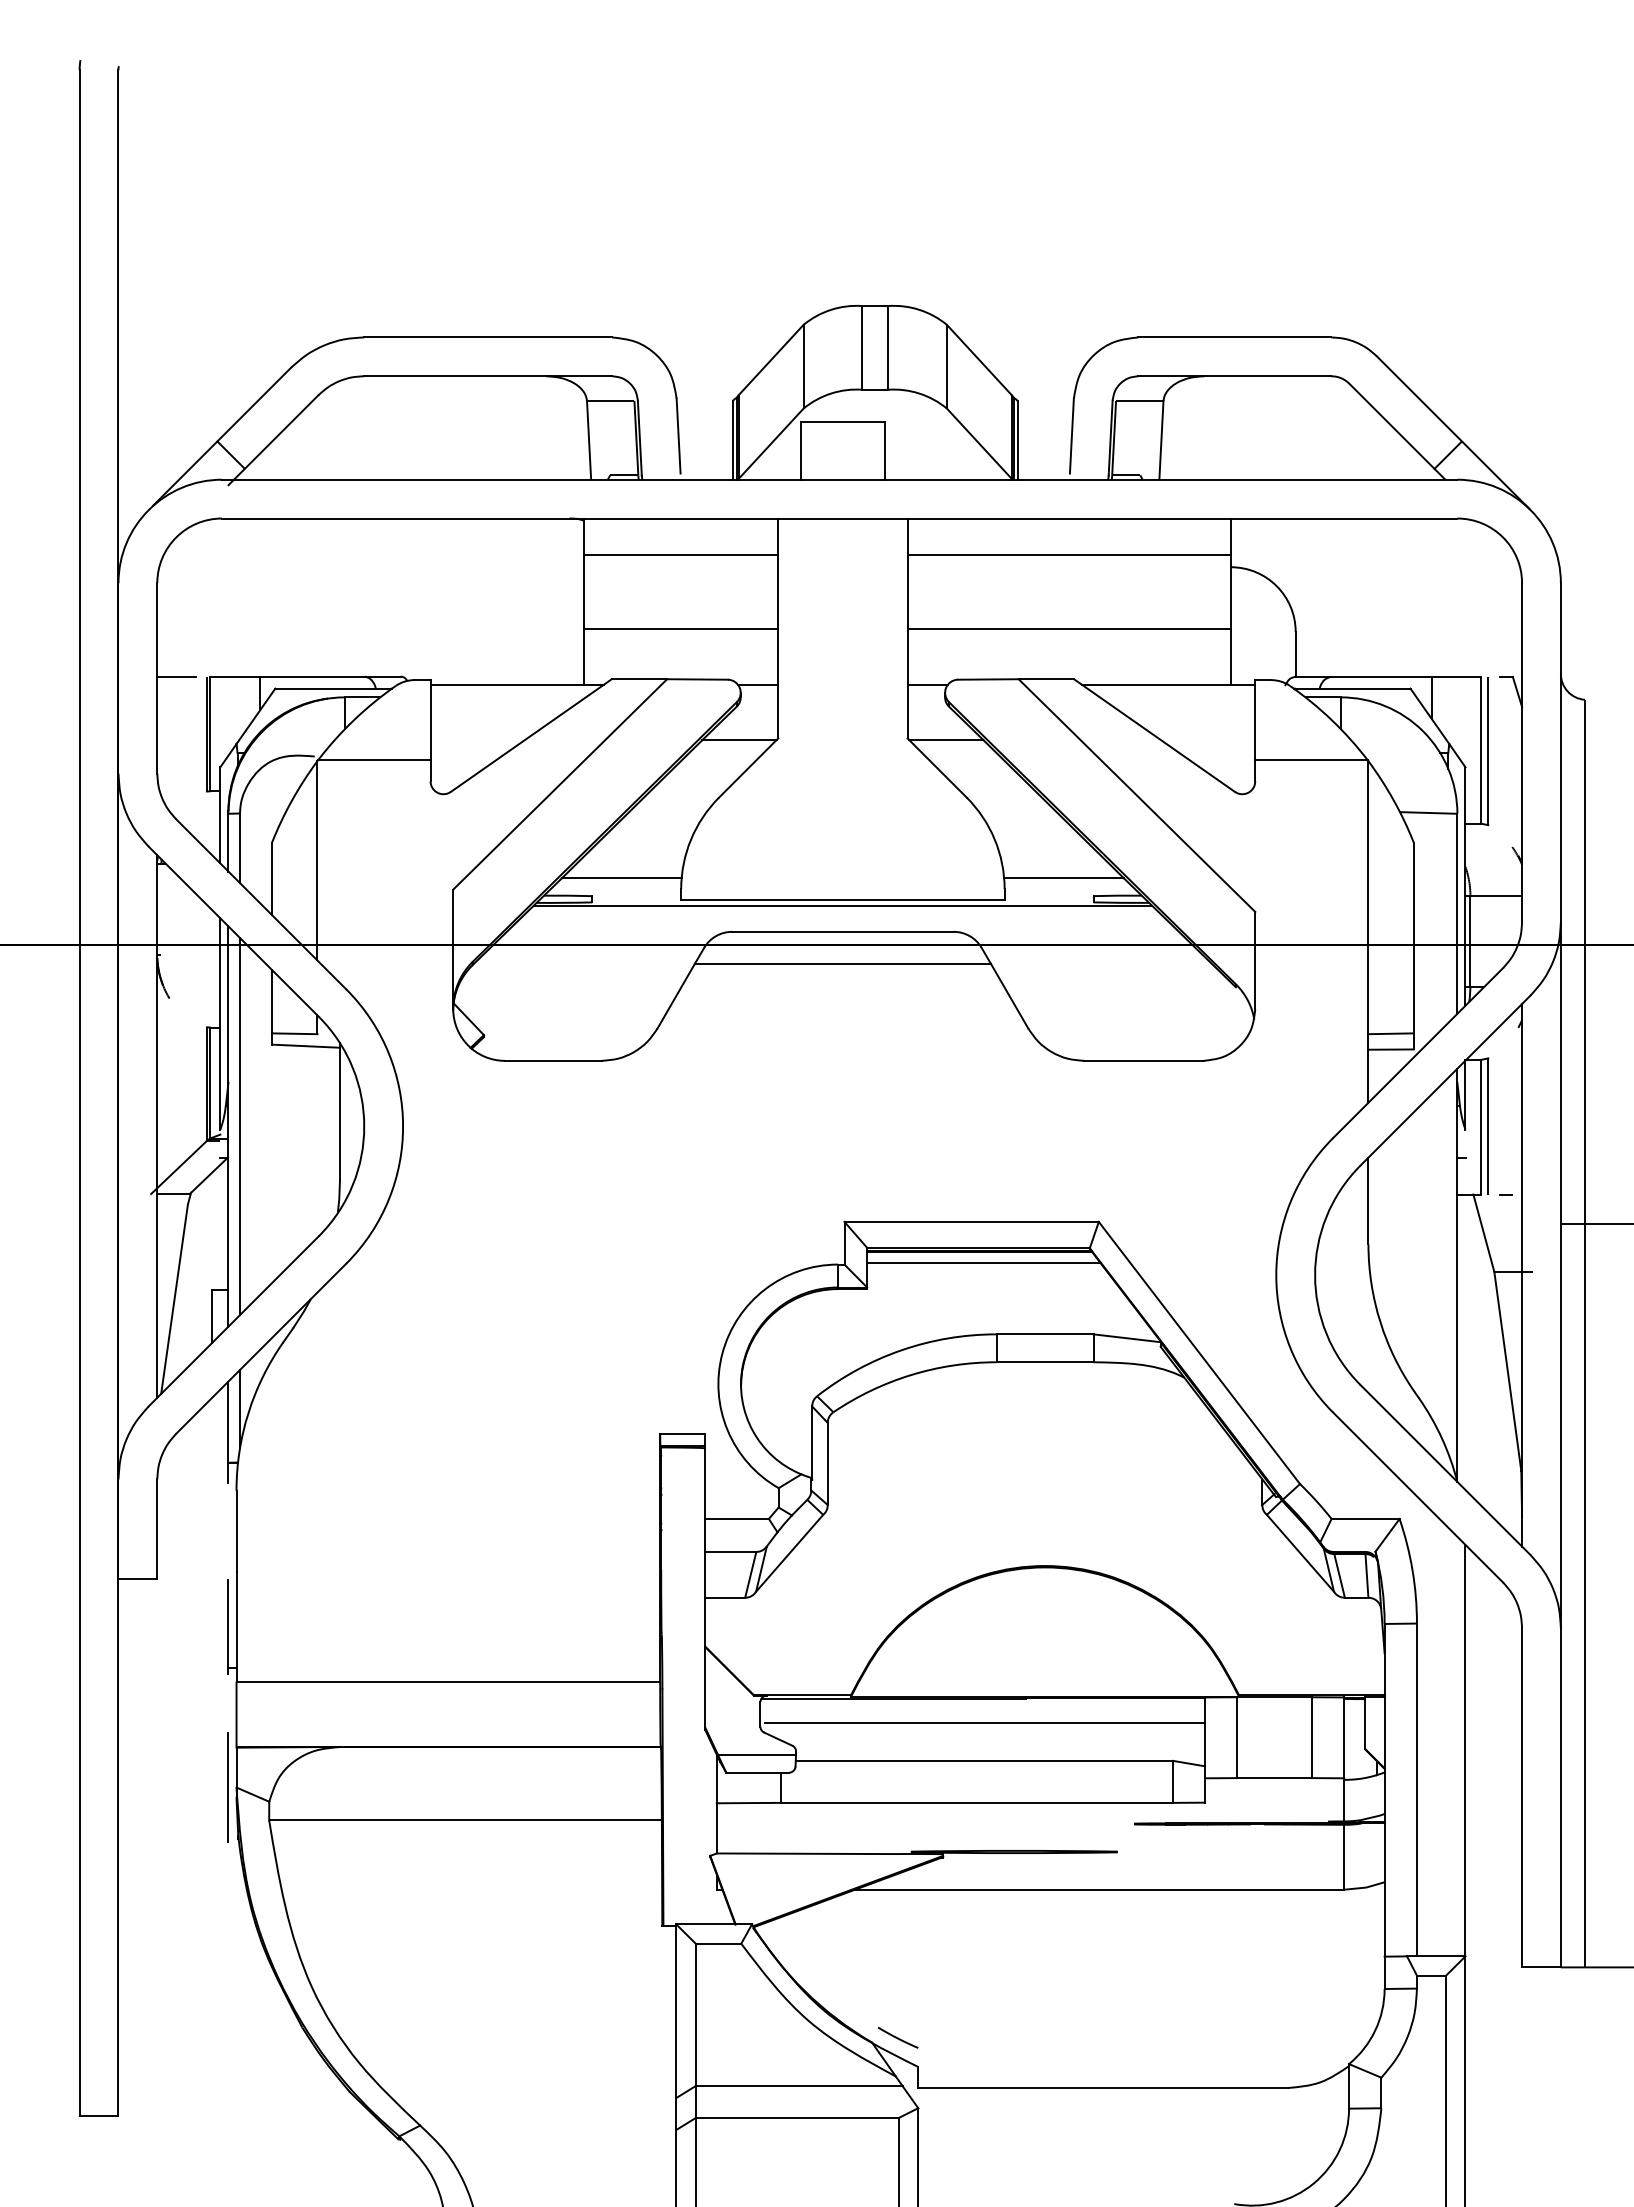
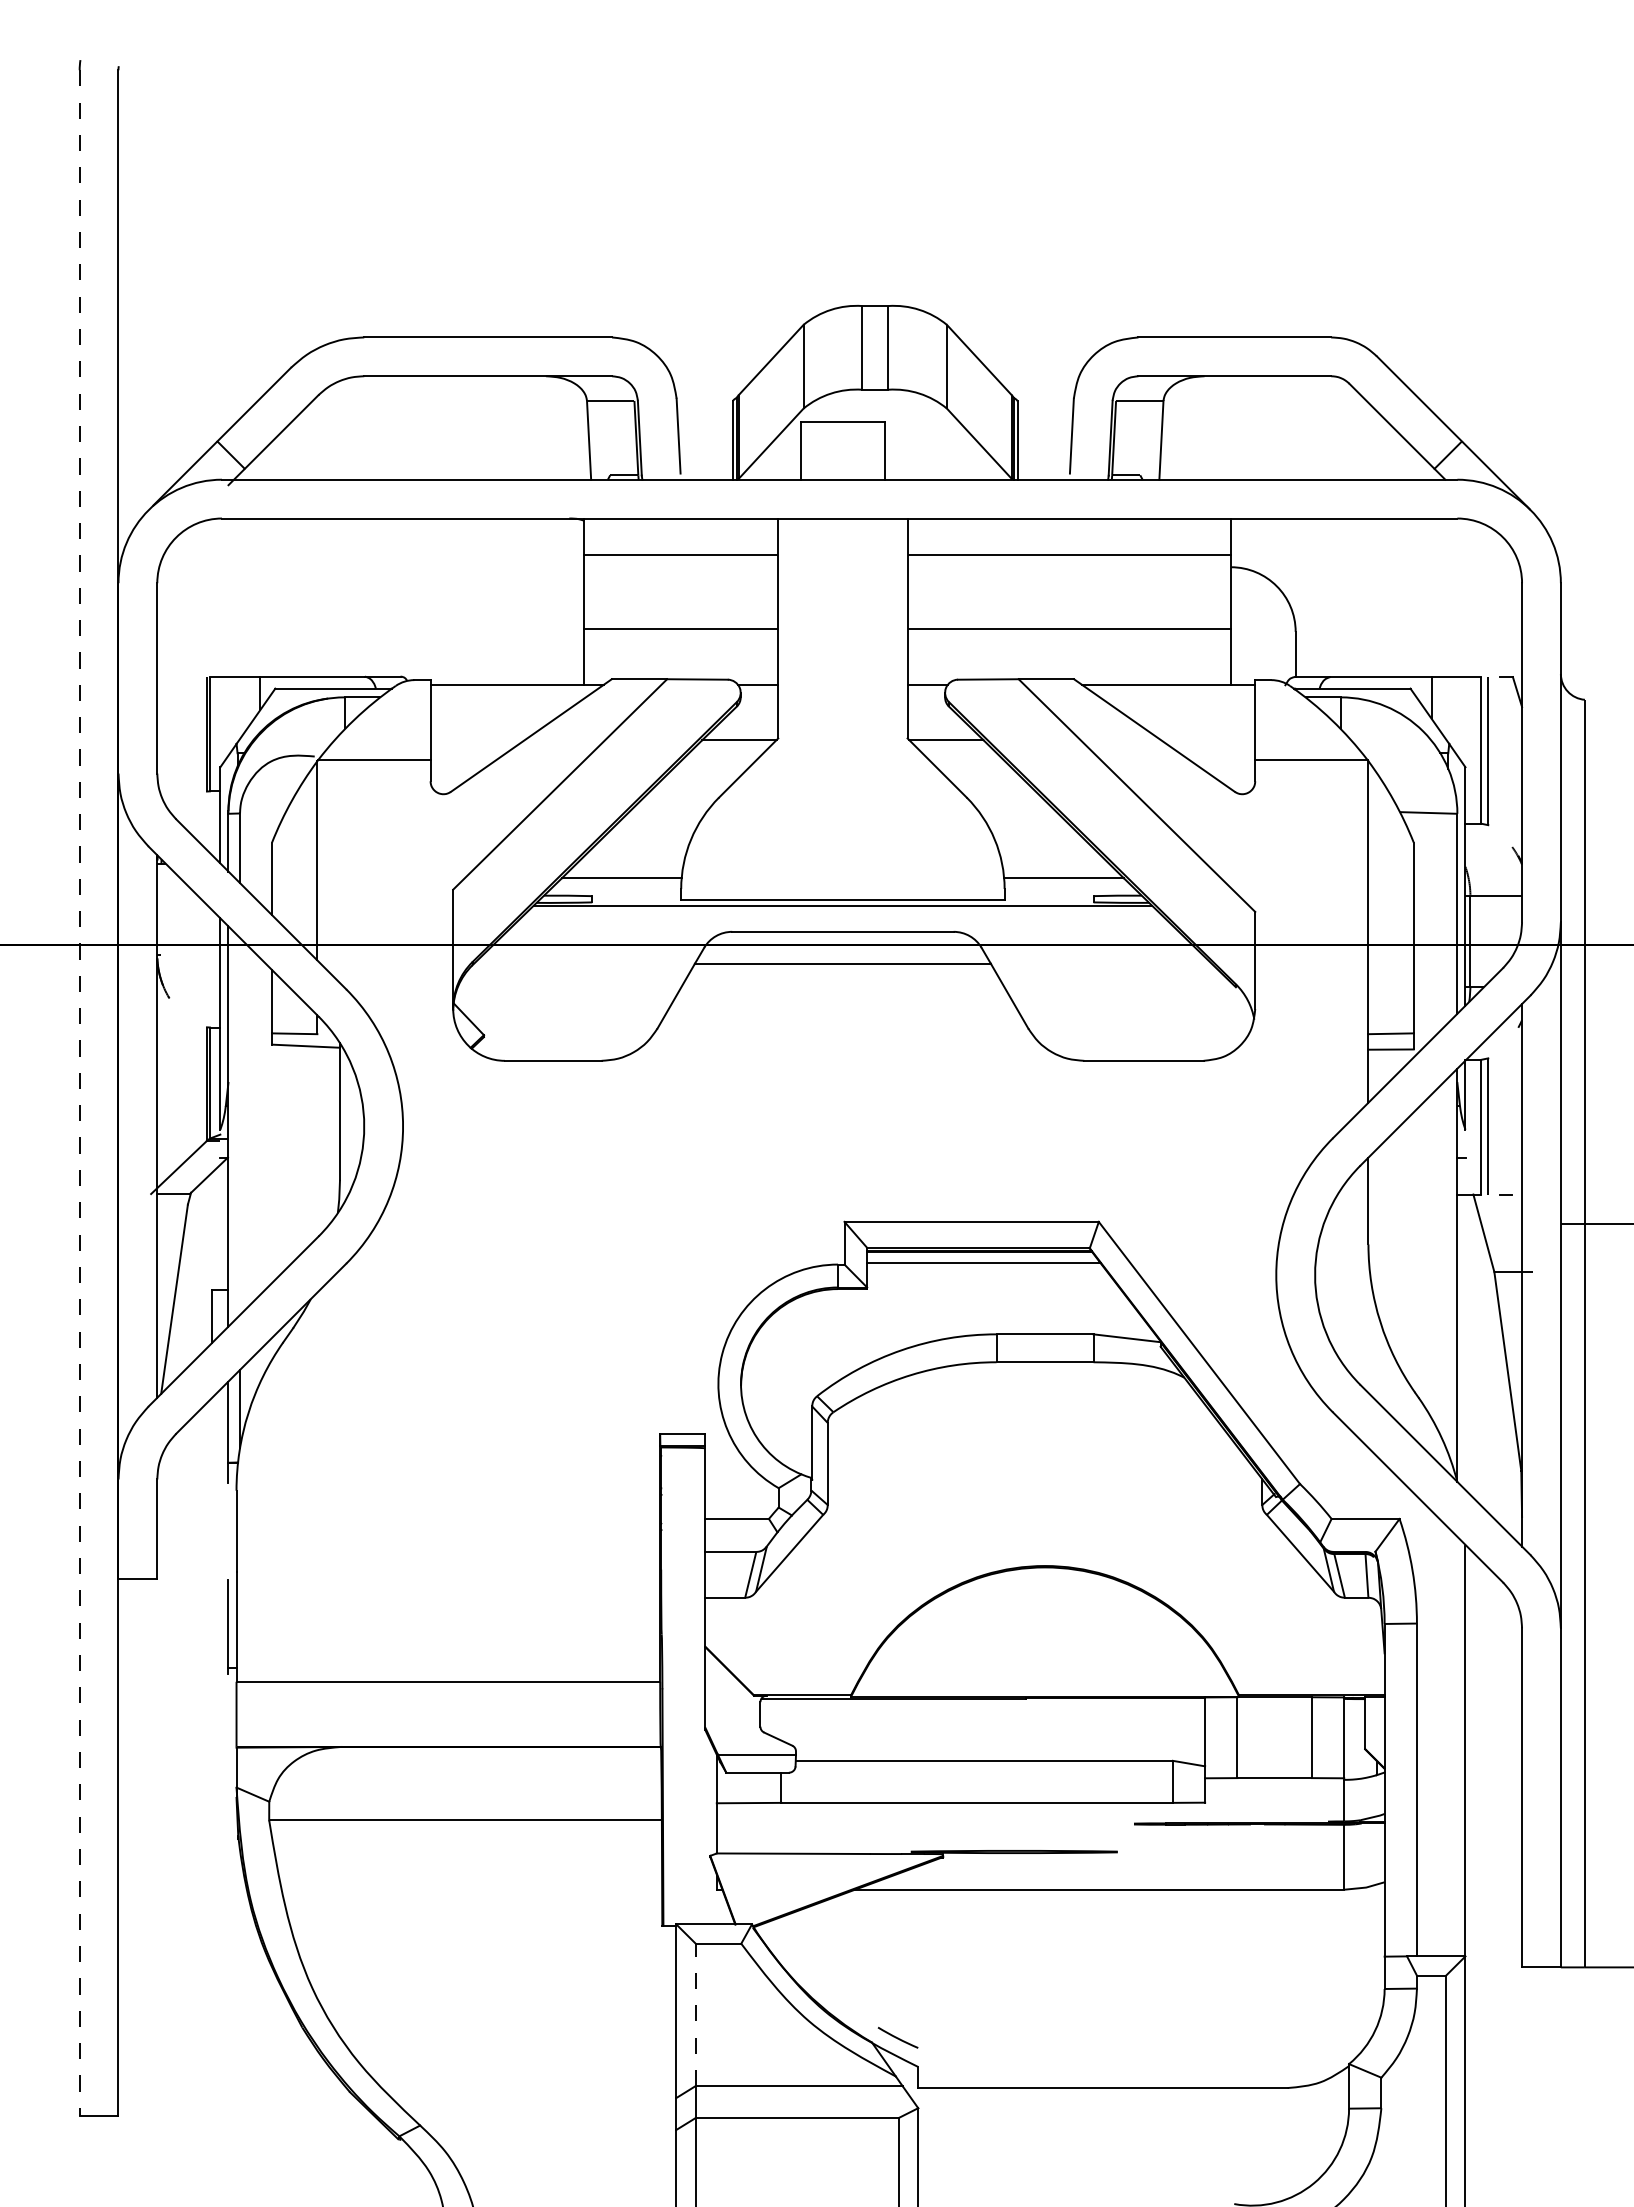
line at (176, 676): present -> none
line at (79, 1093): solid -> dashed
line at (240, 1126): present -> none
line at (985, 1723): present -> none
line at (228, 1787): present -> none
line at (695, 2014): solid -> dashed
